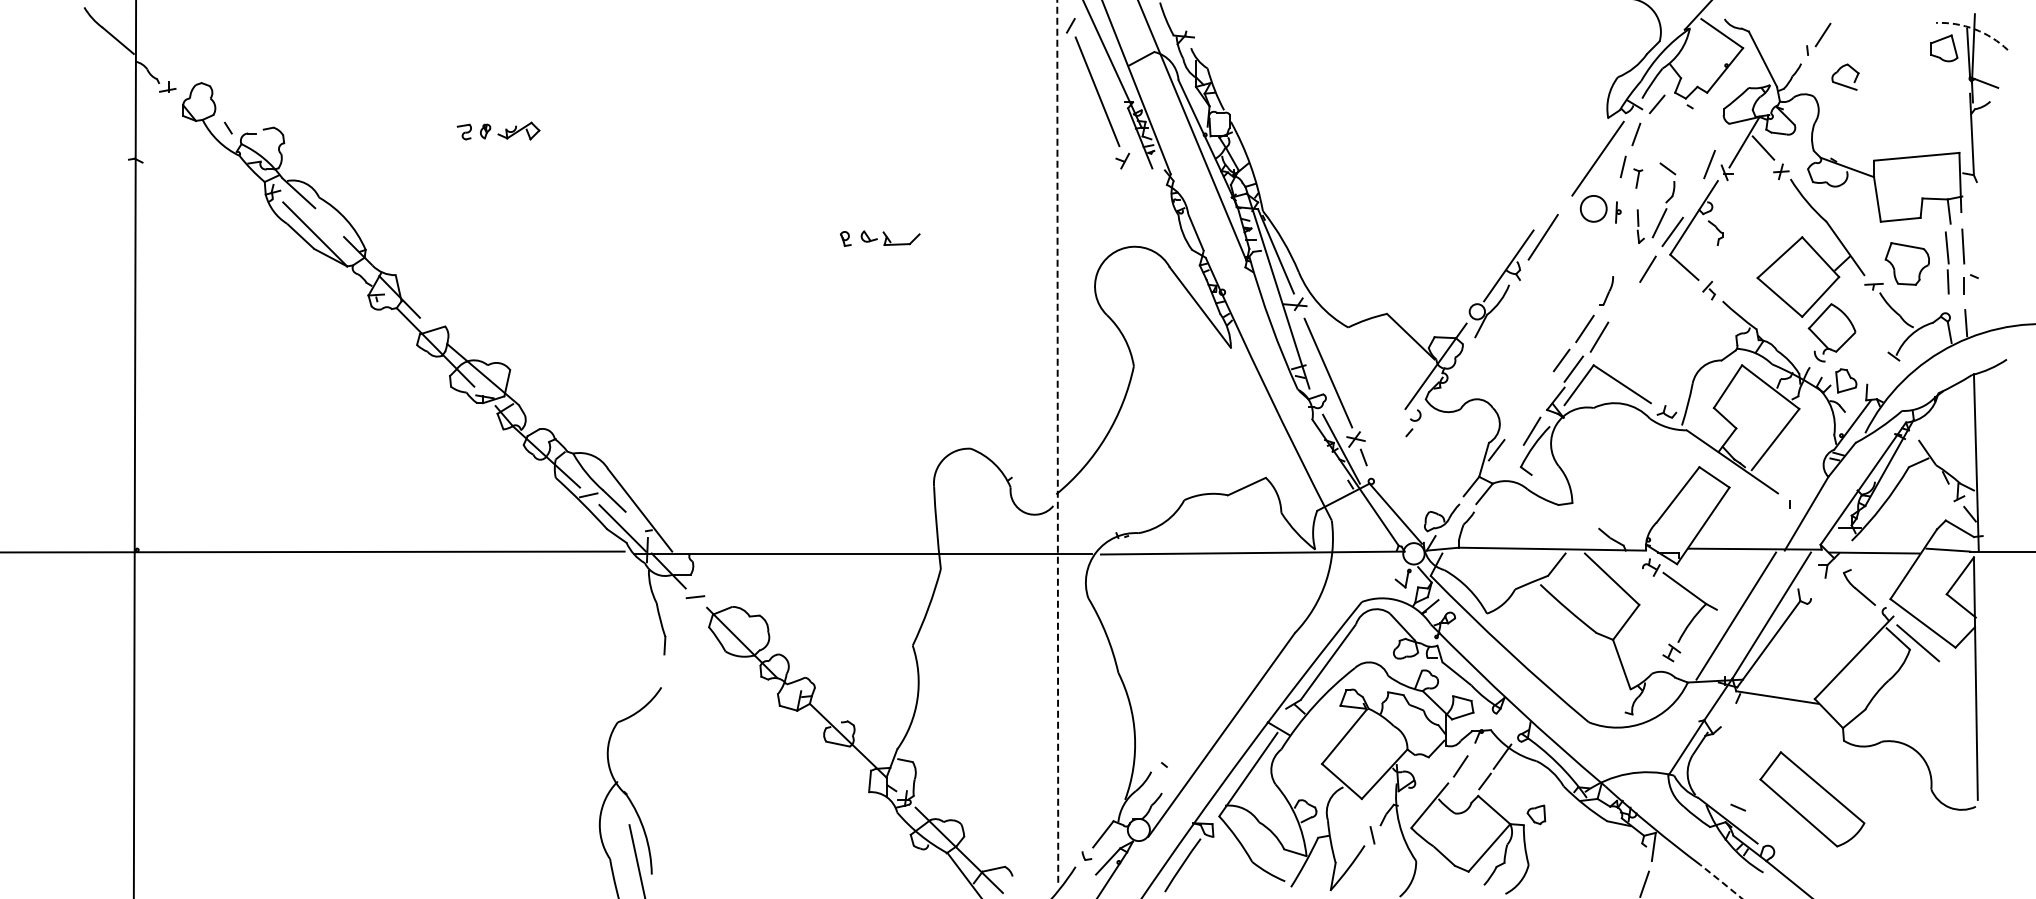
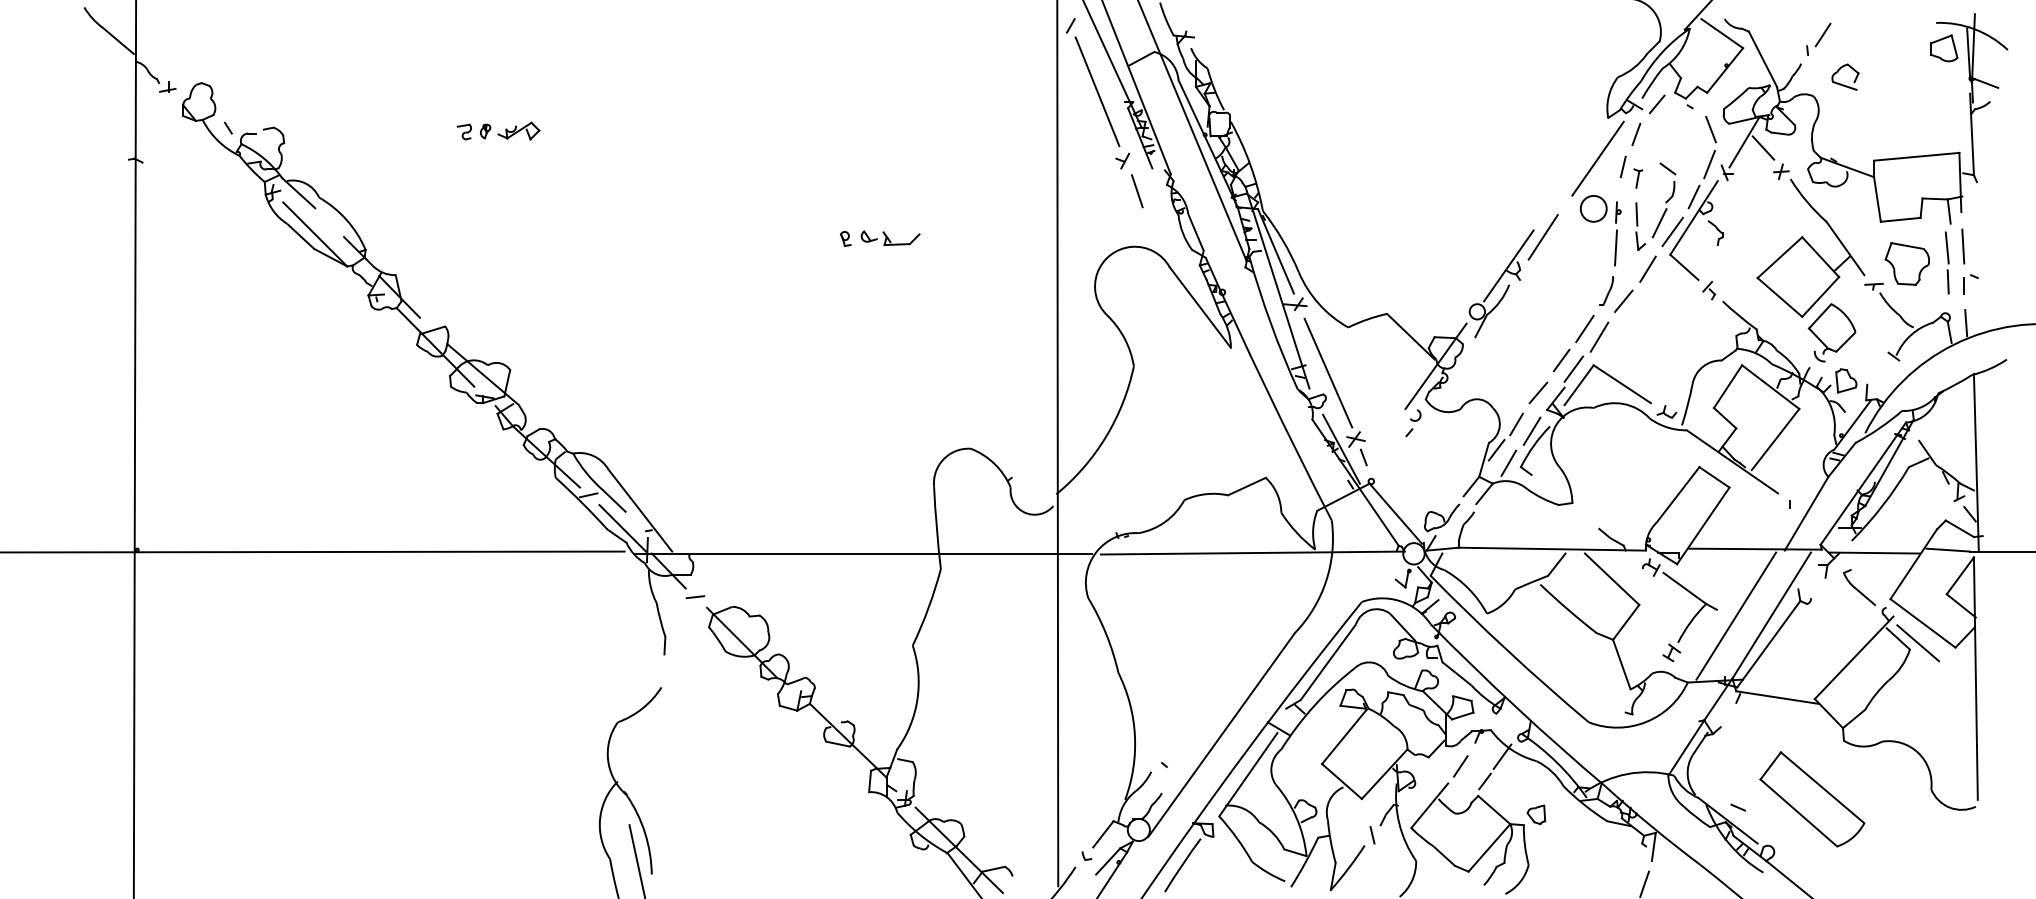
arc at (1974, 29): dashed -> solid
line at (1710, 129): none -> present
line at (1136, 191): none -> present
line at (1693, 196): none -> present
part at (1640, 226) size: 9x35 px -> 12x49 px
line at (1615, 247): none -> present
line at (1623, 300): none -> present
line at (1538, 392): none -> present
line at (1516, 424): none -> present
line at (1057, 443): dashed -> solid
line at (1508, 462): none -> present
arc at (1721, 881): dashed -> solid
